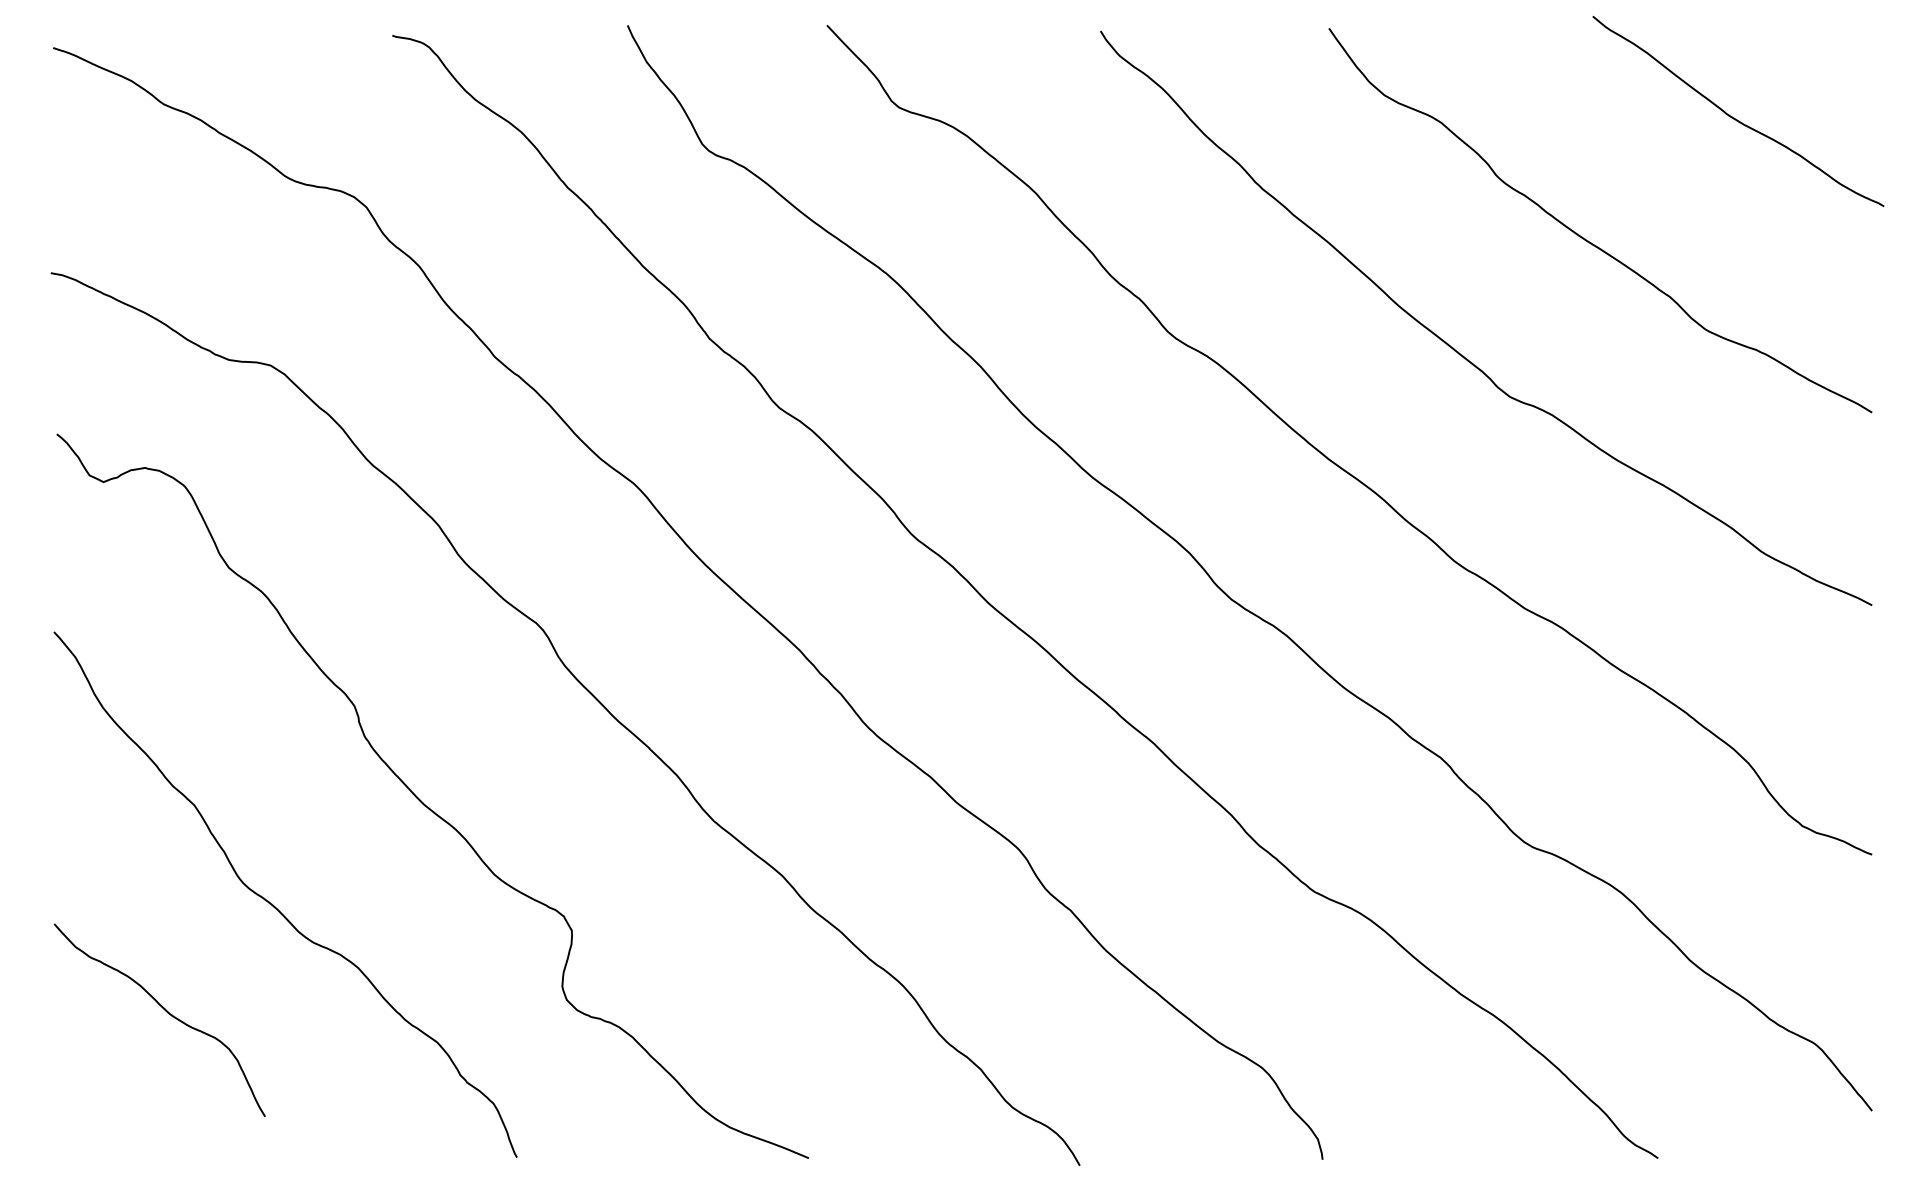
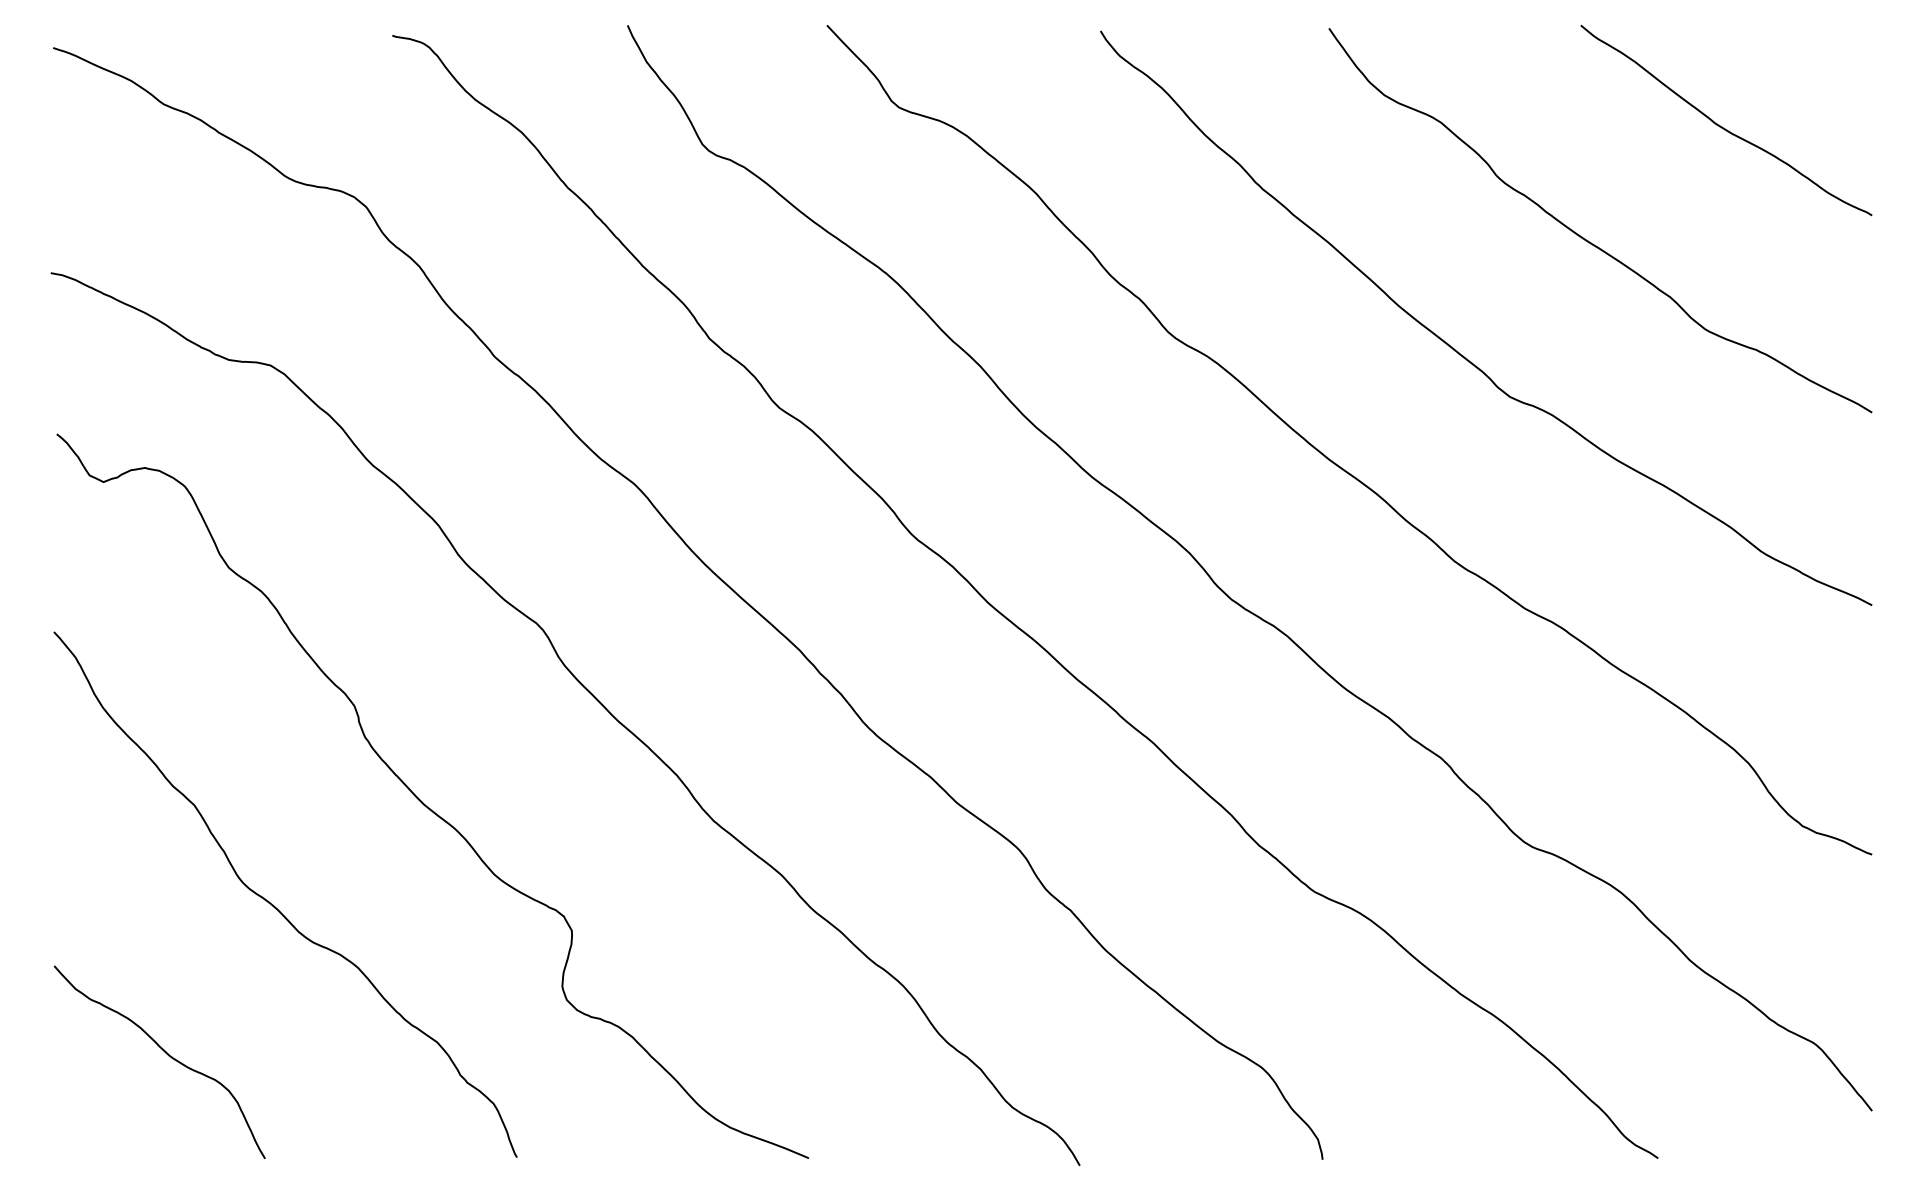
curve at (1734, 117) position: (1734, 117) -> (1722, 126)
curve at (166, 1012) position: (166, 1012) -> (166, 1054)
